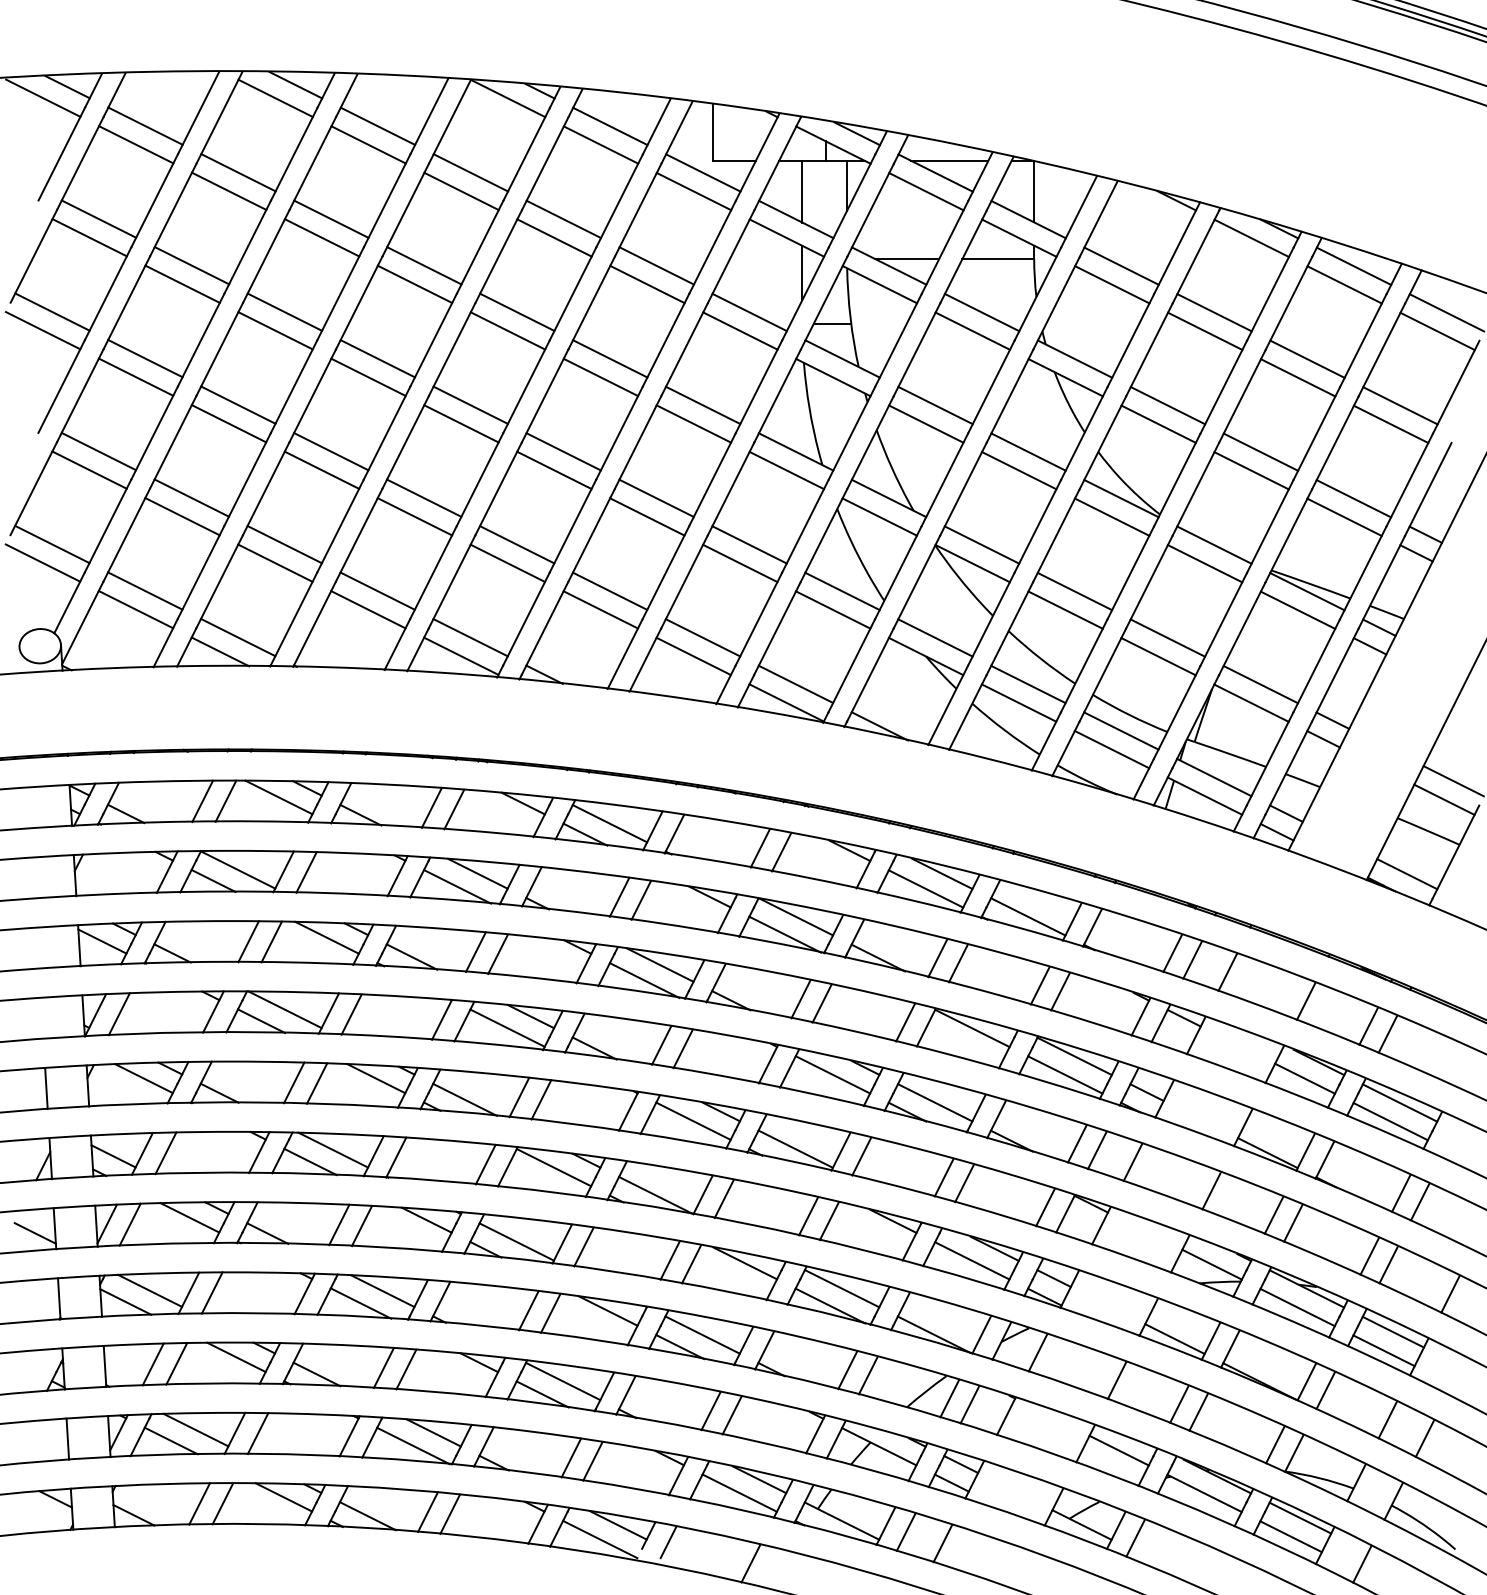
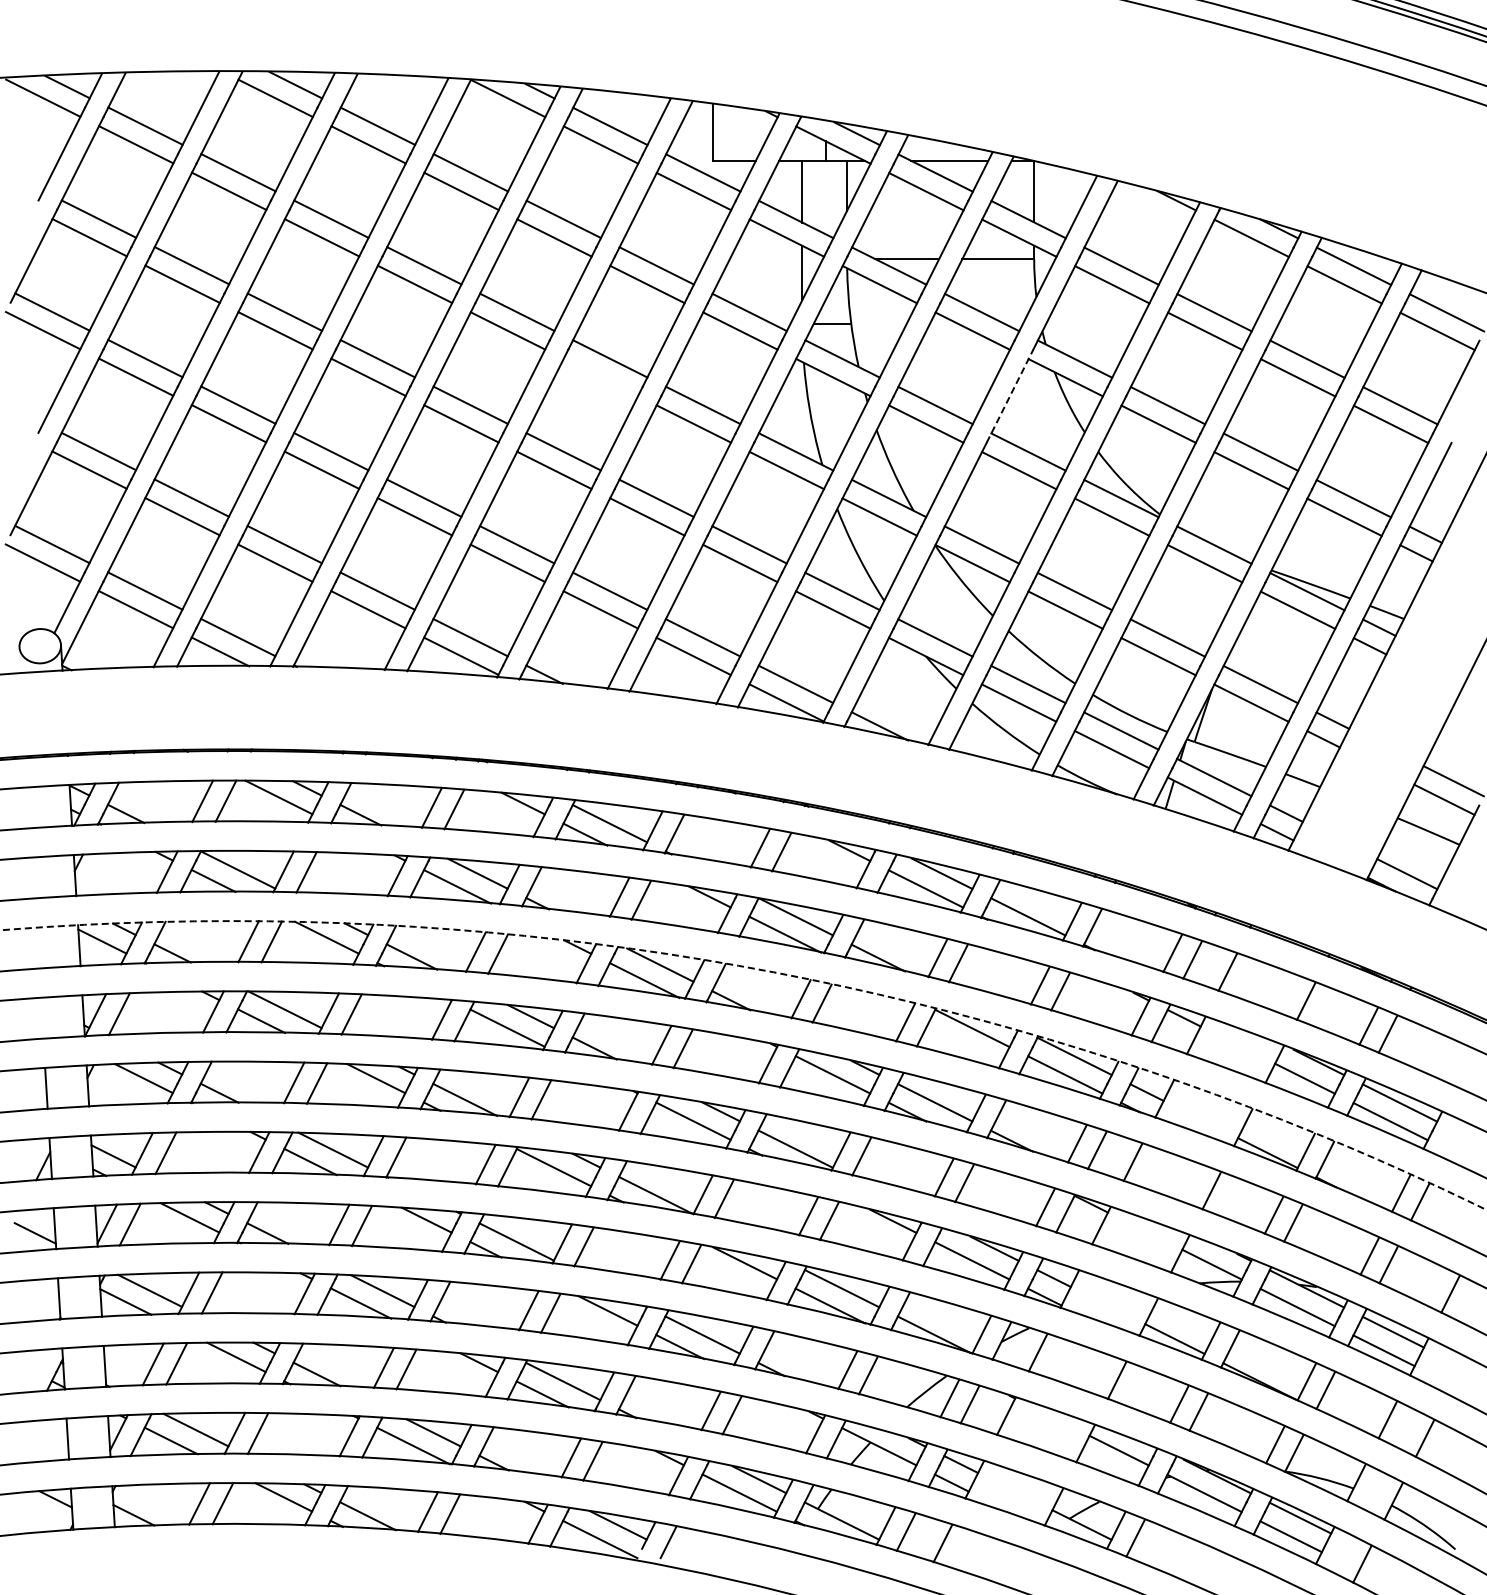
line at (600, 377): present -> none
line at (1009, 396): solid -> dashed
circle at (743, 1065): solid -> dashed
line at (750, 1563): present -> none
